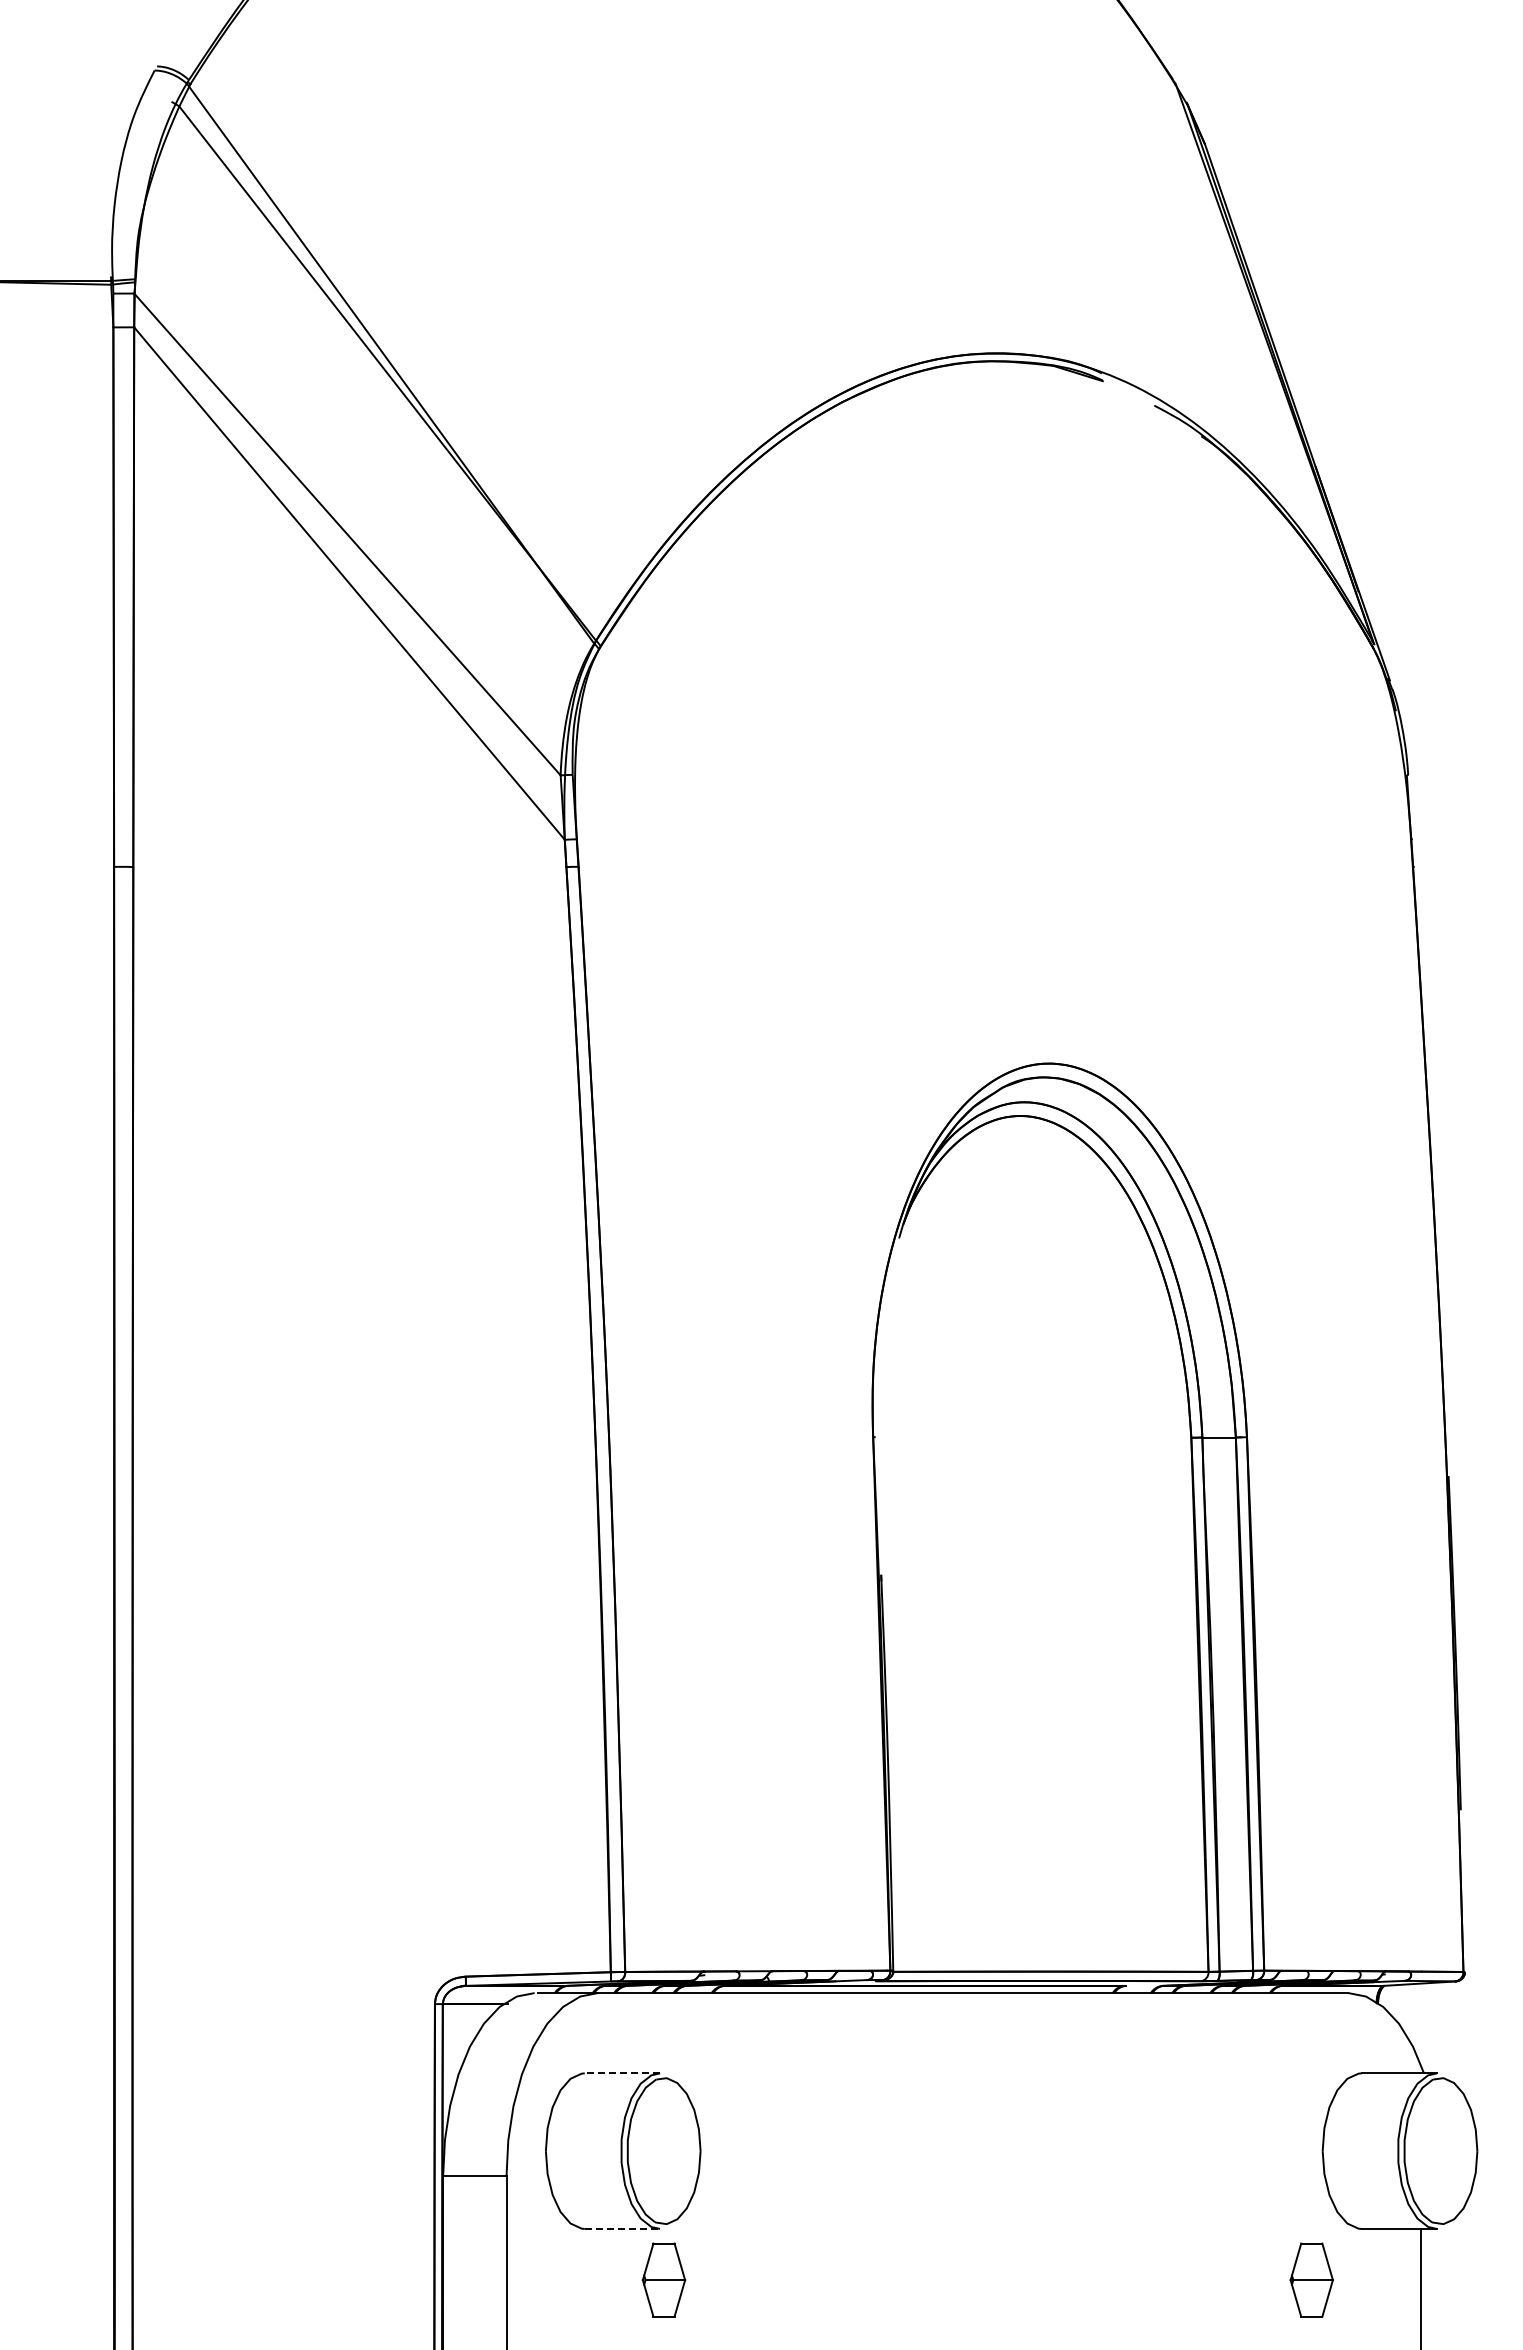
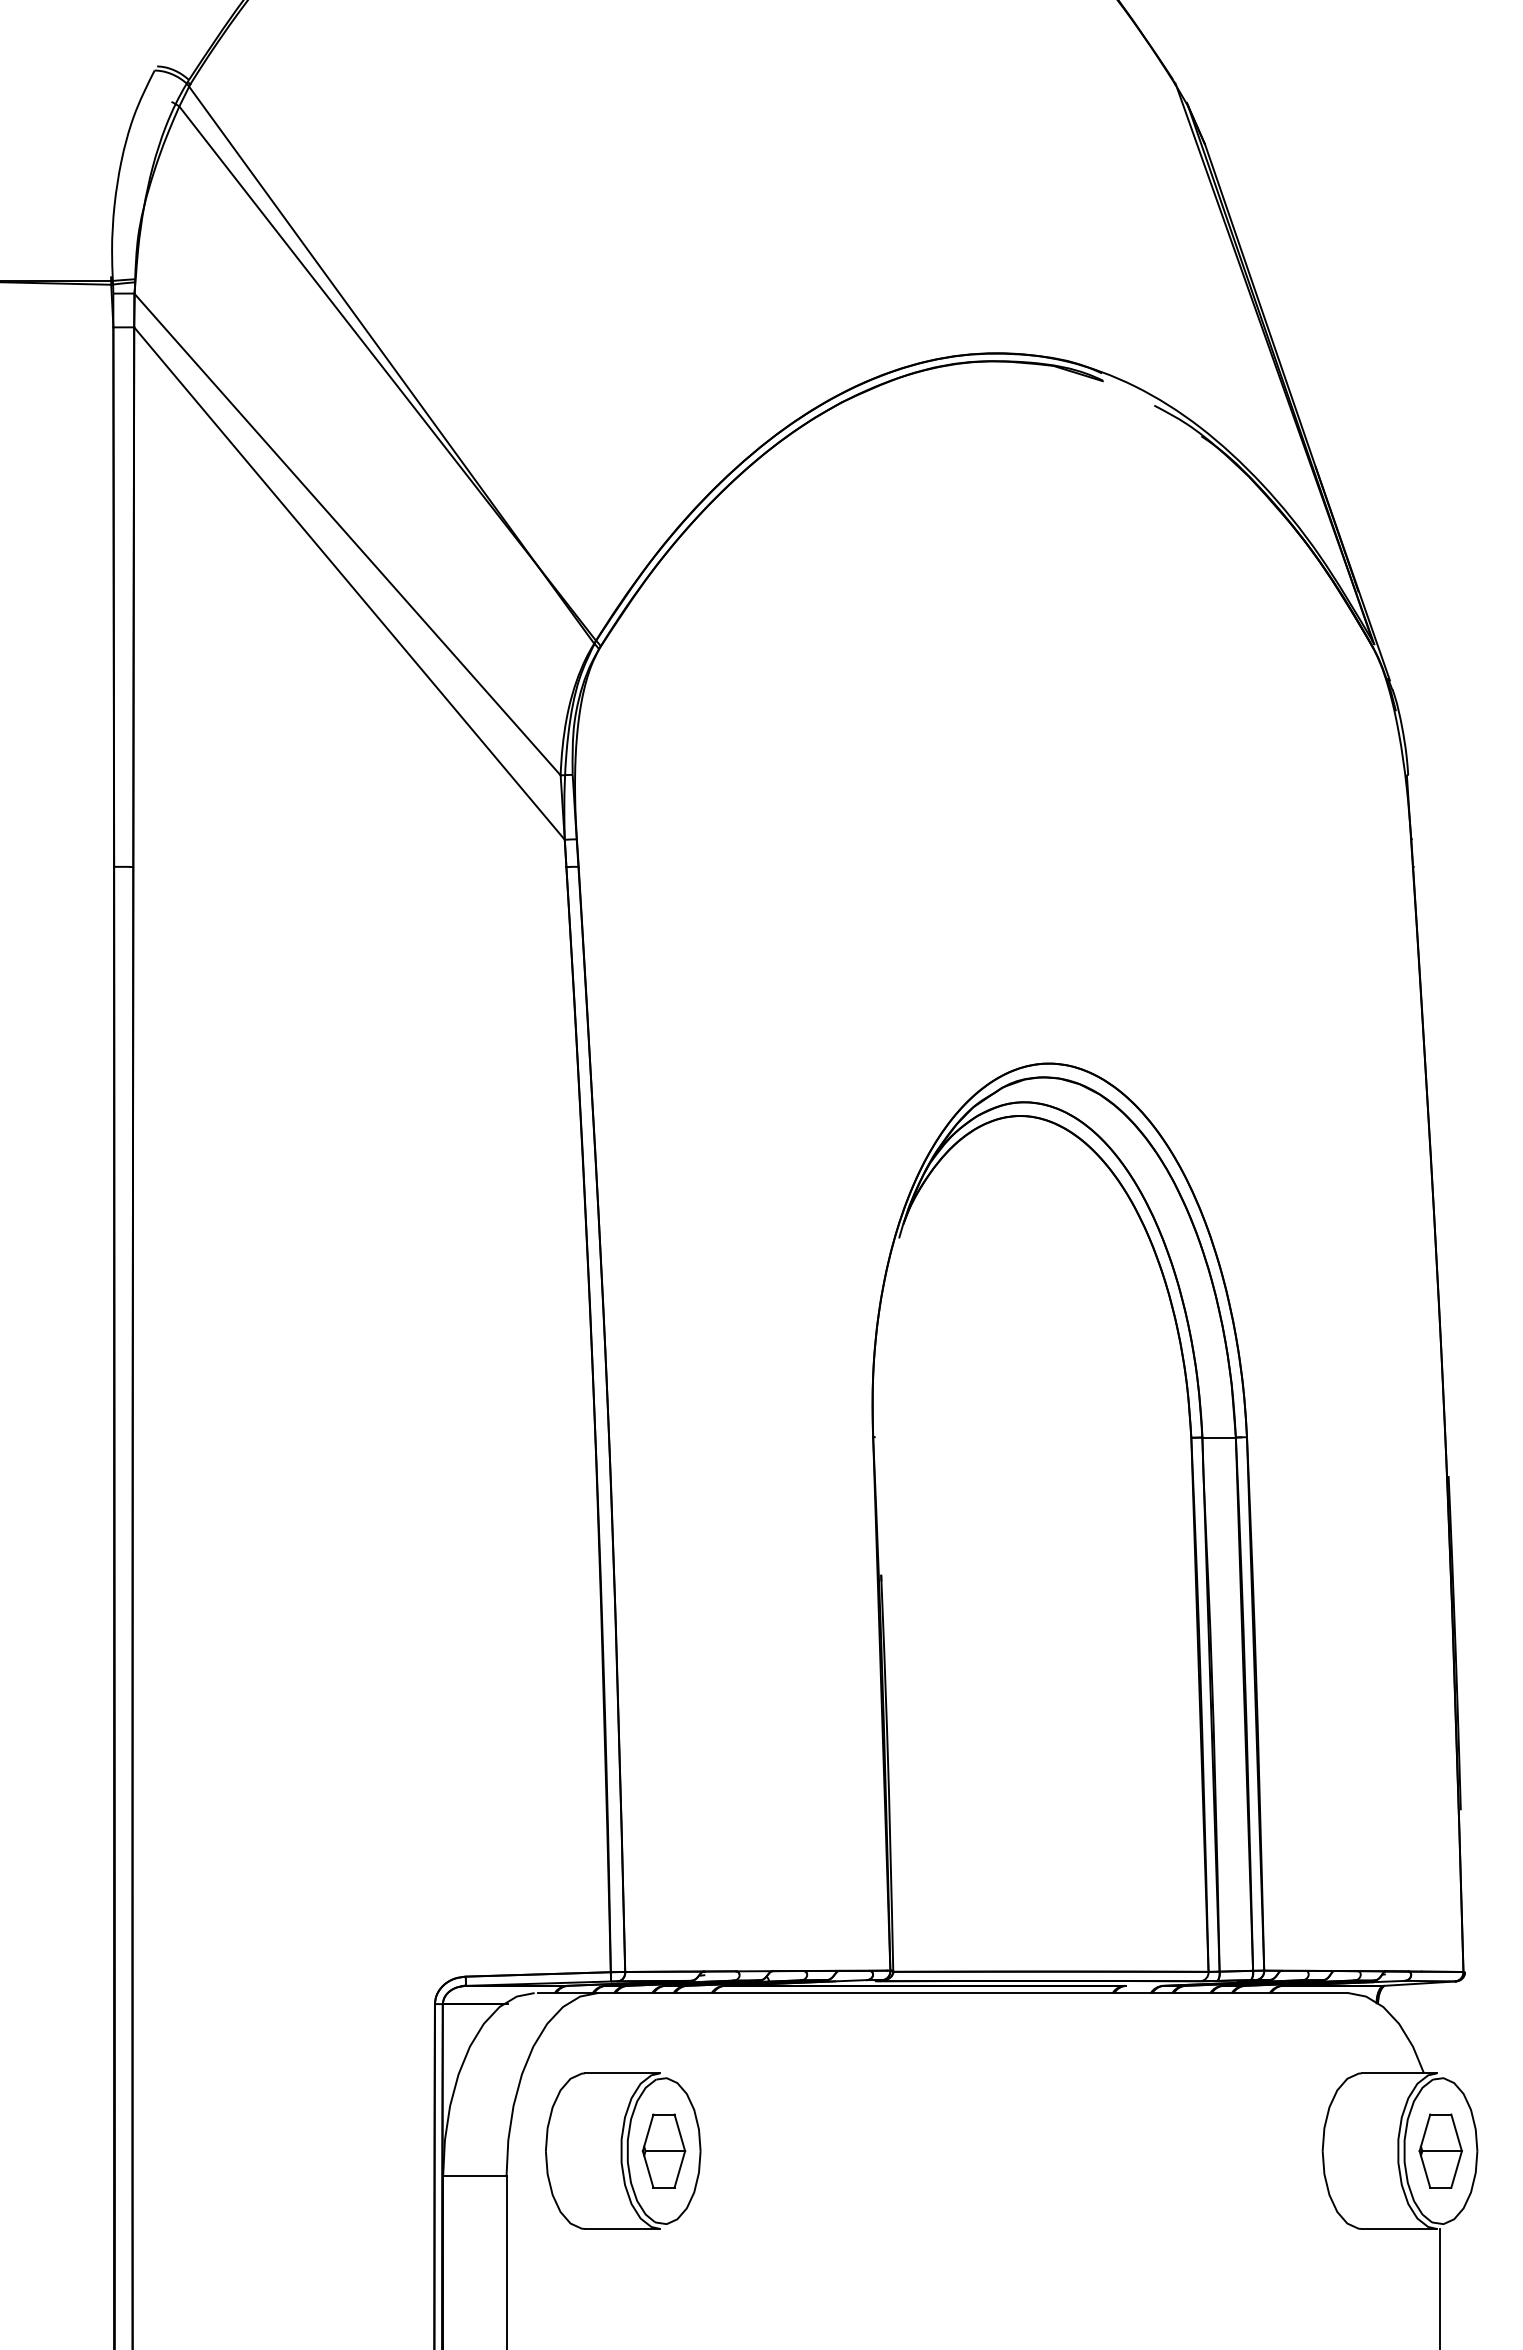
line at (622, 2073): dashed -> solid
line at (622, 2228): dashed -> solid
part at (663, 2279) position: (663, 2279) -> (663, 2150)
part at (1311, 2279) position: (1311, 2279) -> (1440, 2150)
line at (1420, 2287) position: (1420, 2287) -> (1439, 2287)
